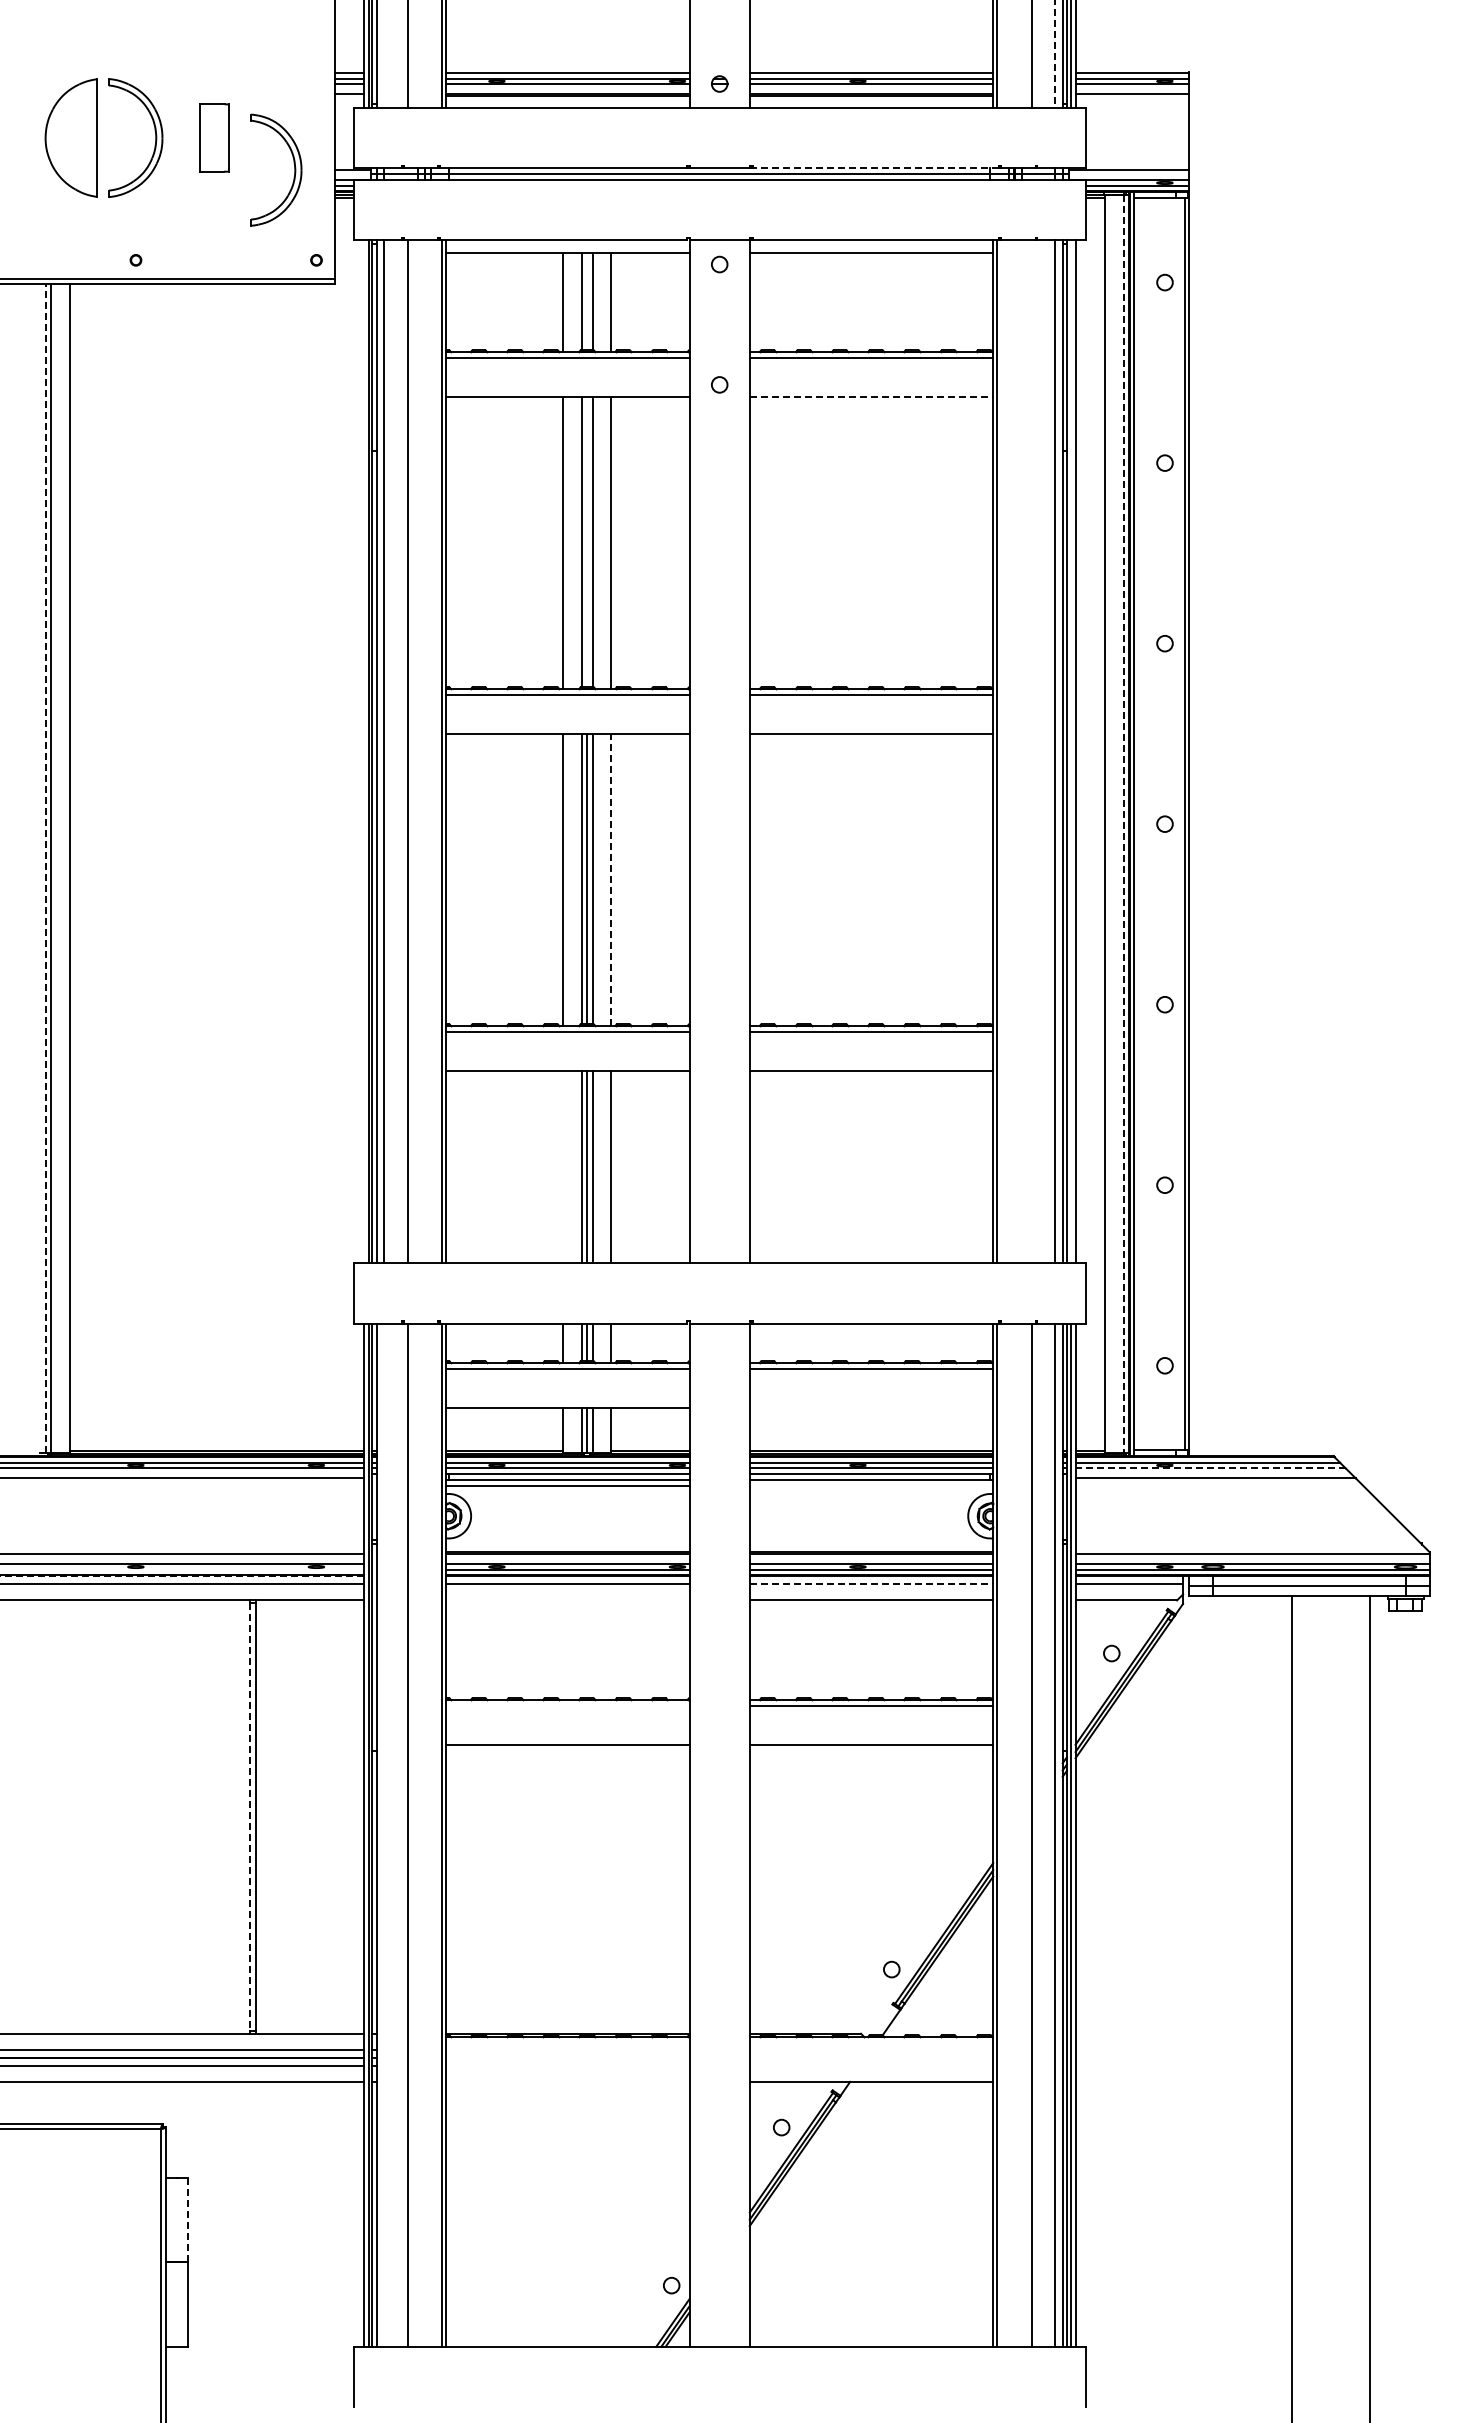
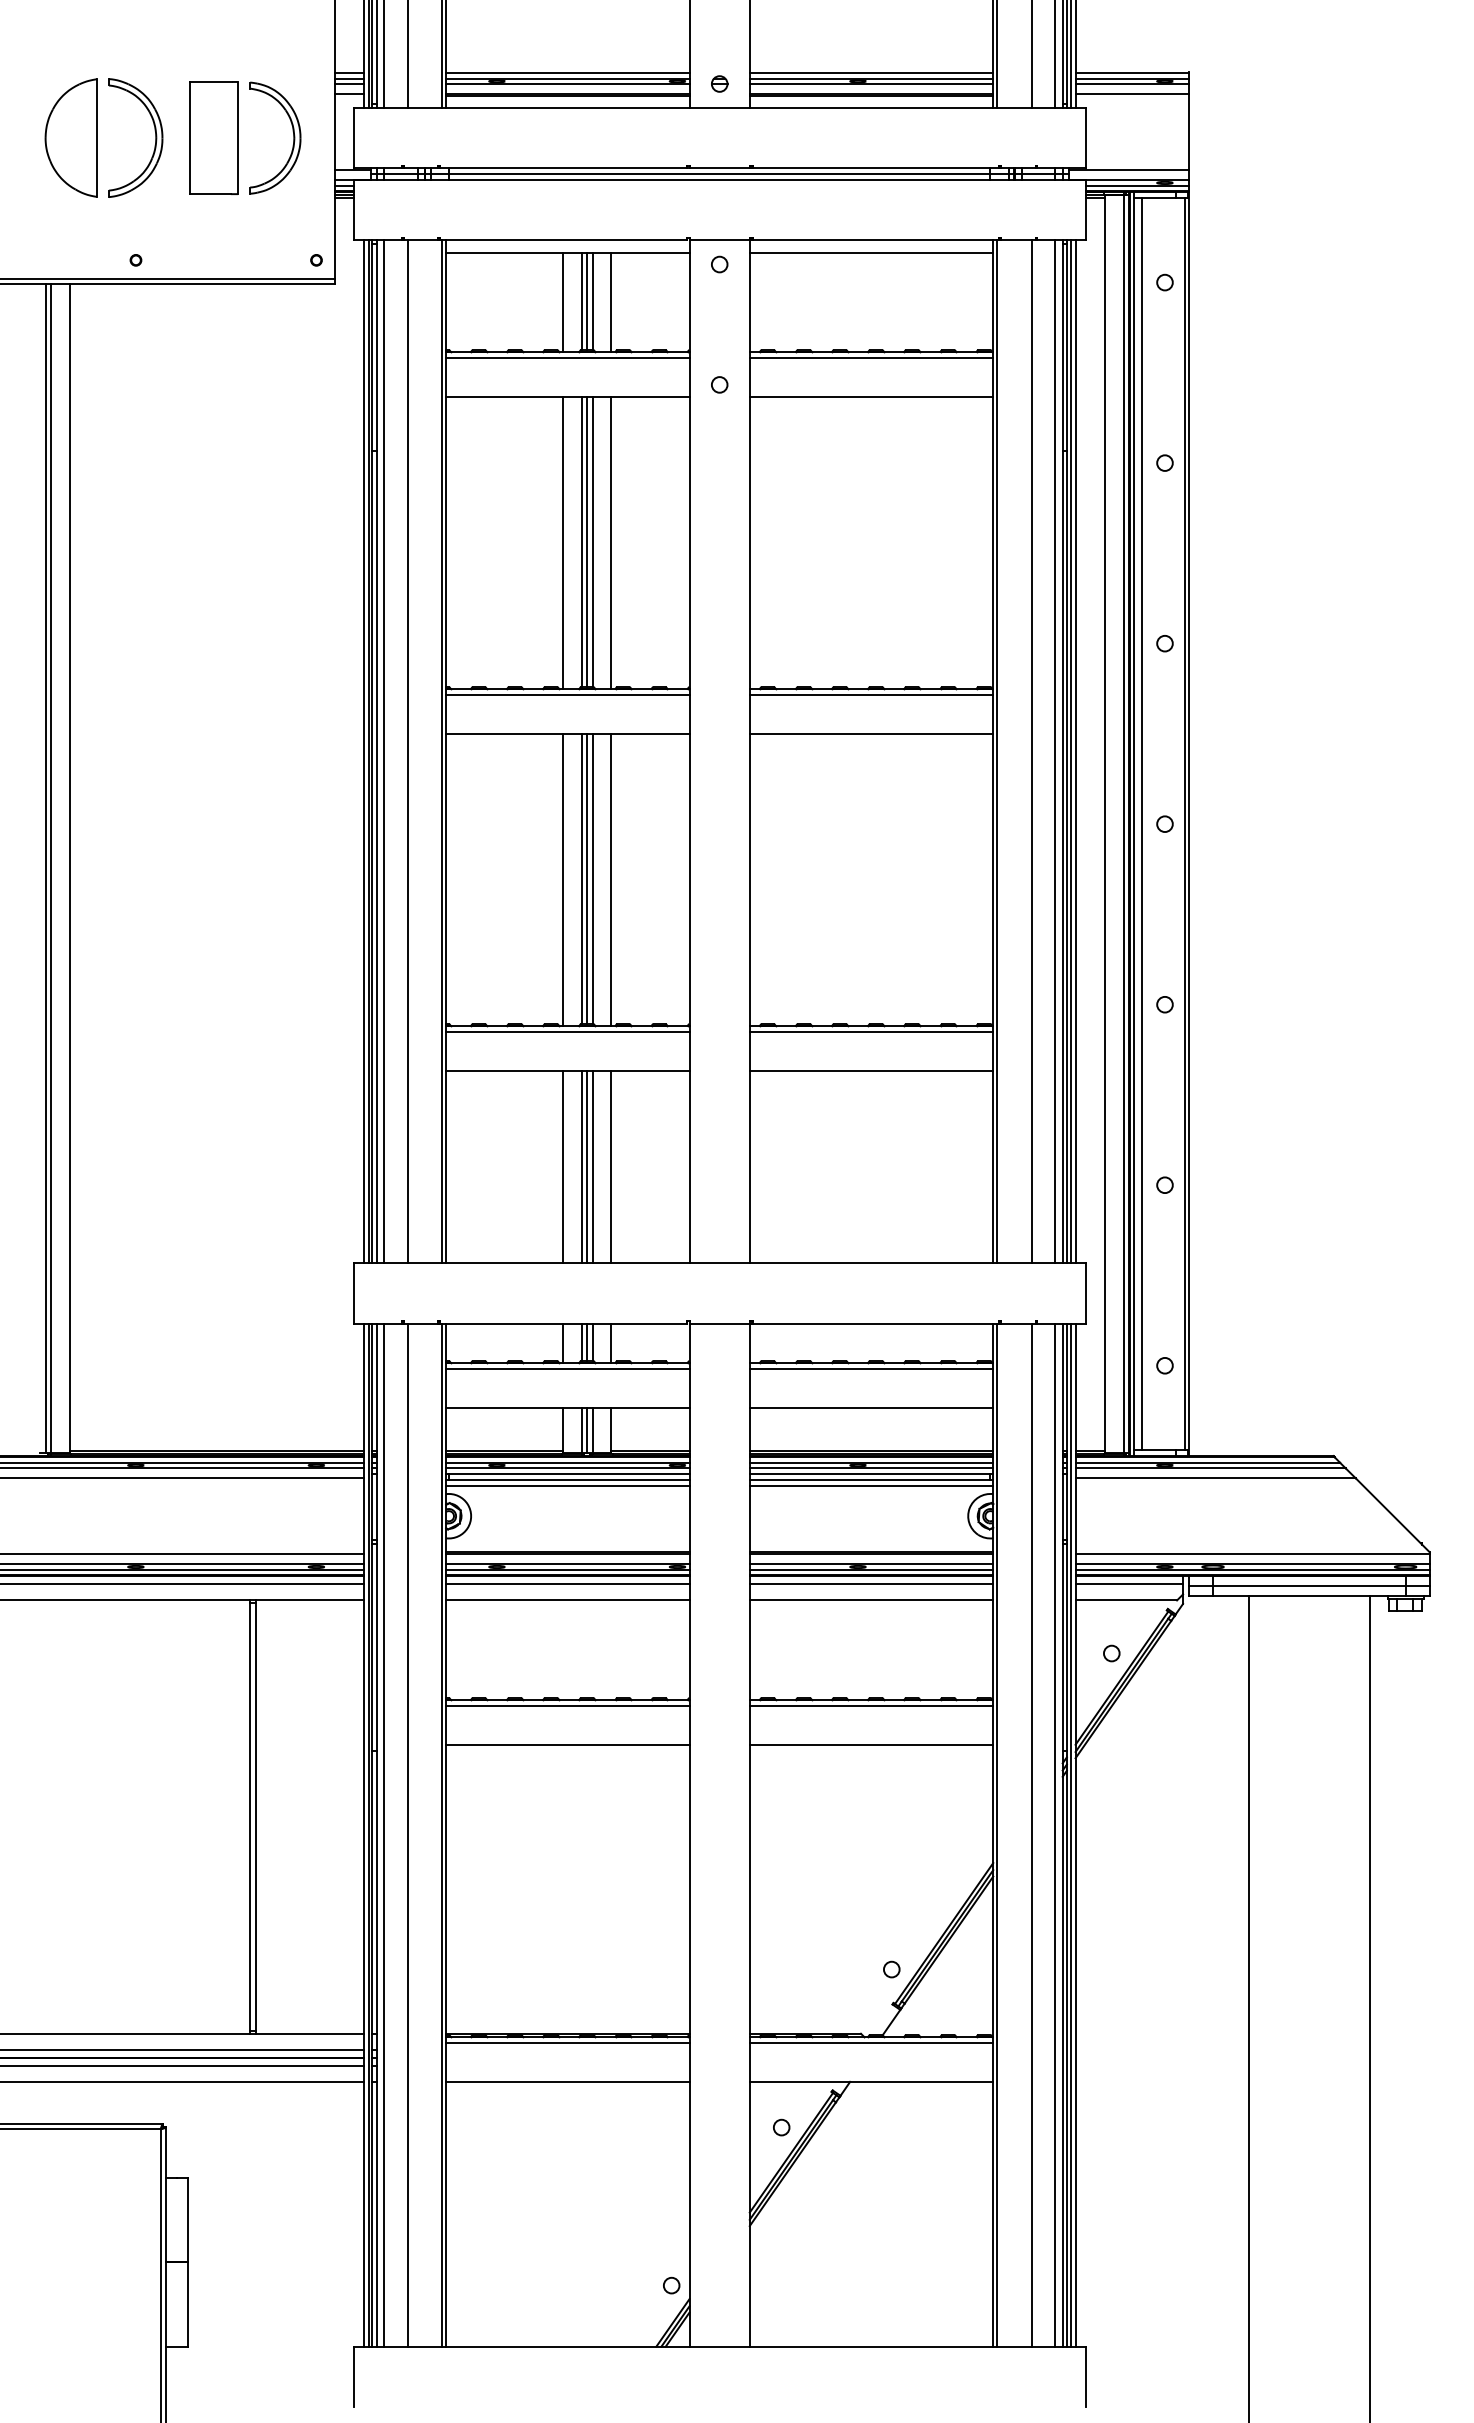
line at (1055, 54): dashed -> solid
line at (383, 55): none -> present
part at (214, 137) size: 31x70 px -> 50x114 px
line at (875, 168): dashed -> solid
part at (294, 169) position: (294, 169) -> (293, 137)
line at (587, 301): none -> present
line at (871, 396): dashed -> solid
line at (587, 541): none -> present
line at (363, 751): none -> present
line at (1031, 751): none -> present
line at (1070, 751): none -> present
line at (1123, 824): dashed -> solid
line at (1142, 824): none -> present
line at (45, 868): dashed -> solid
line at (611, 879): dashed -> solid
line at (563, 1166): none -> present
line at (871, 1407): none -> present
line at (1210, 1468): dashed -> solid
line at (871, 1486): none -> present
line at (182, 1569): none -> present
line at (181, 1576): dashed -> solid
line at (871, 1584): dashed -> solid
line at (567, 1600): none -> present
line at (567, 1705): none -> present
line at (250, 1817): dashed -> solid
line at (383, 1834): none -> present
line at (1292, 2007) position: (1292, 2007) -> (1249, 2007)
line at (567, 2042): none -> present
line at (871, 2042): none -> present
line at (567, 2081): none -> present
line at (187, 2219): dashed -> solid
